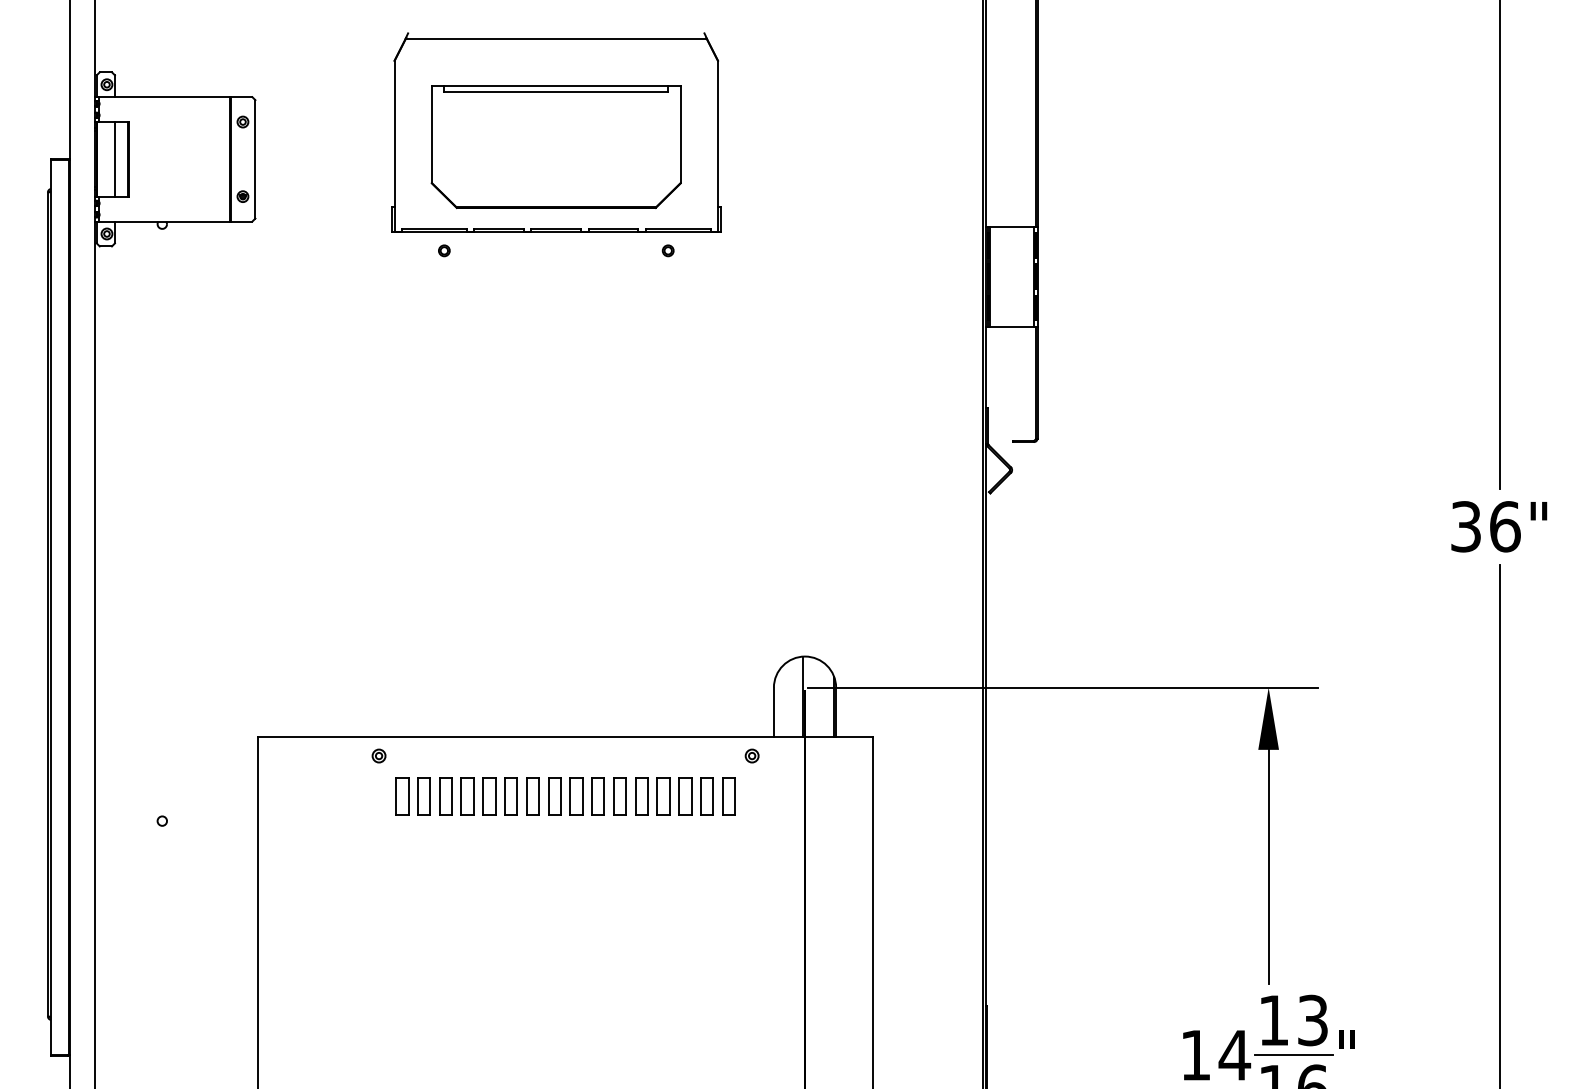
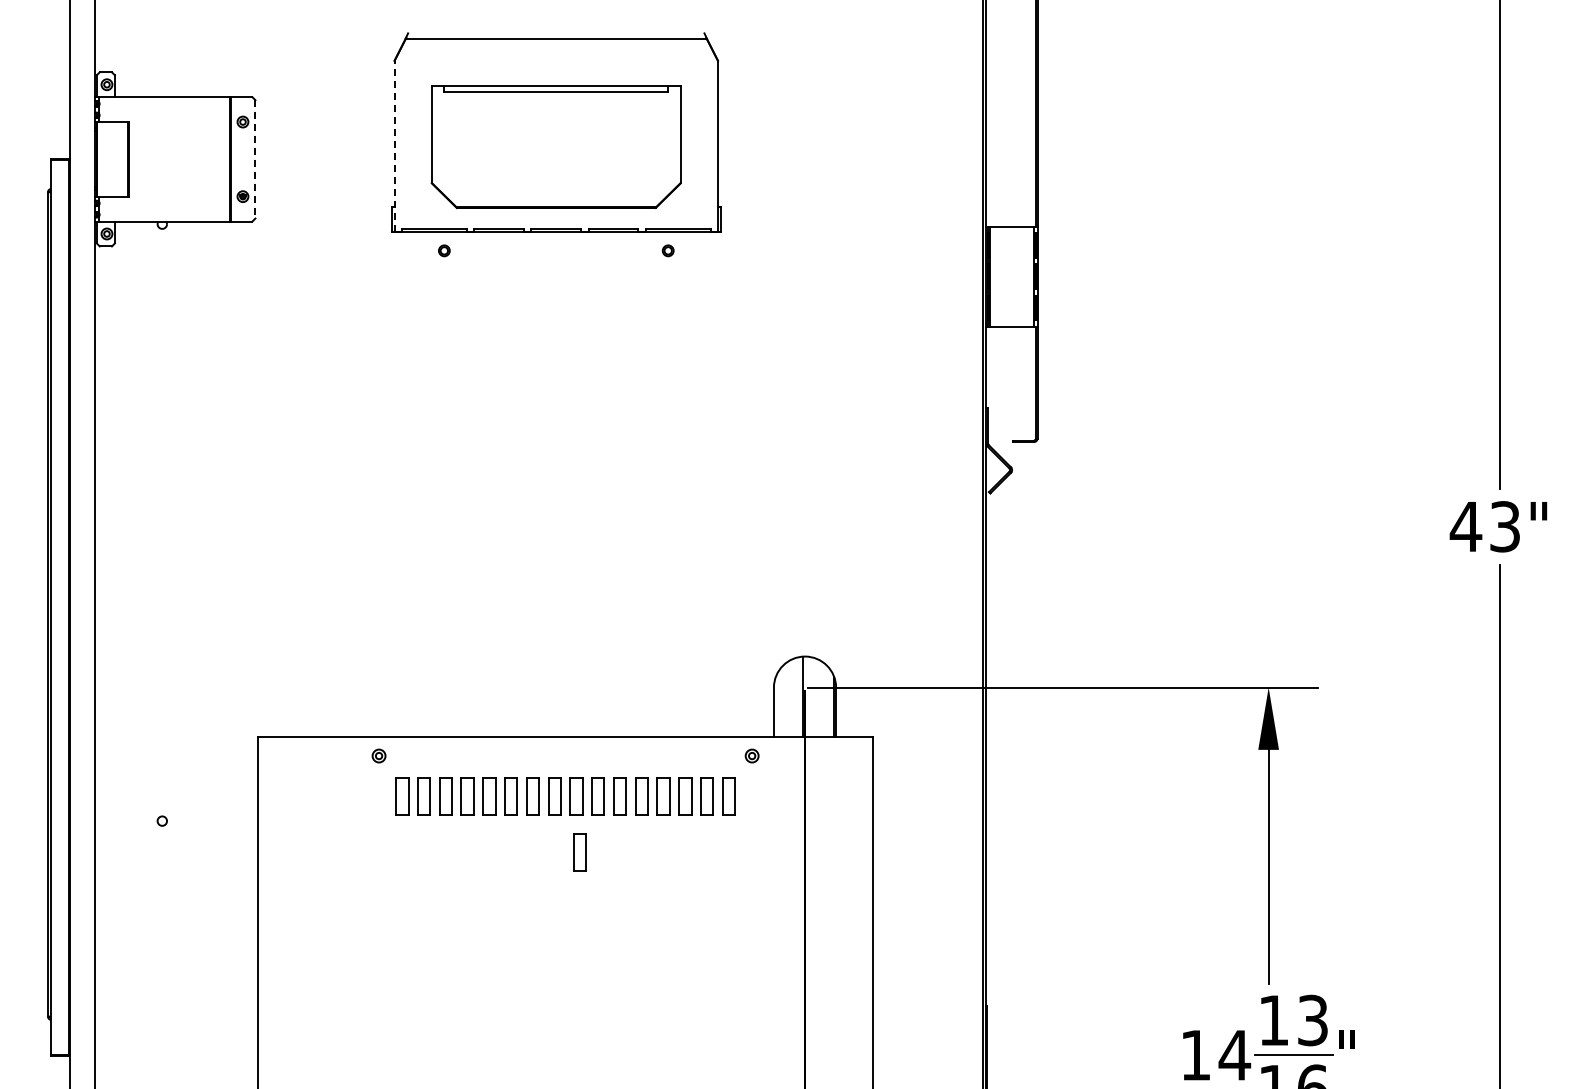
line at (394, 146): solid -> dashed
line at (114, 159): present -> none
line at (255, 159): solid -> dashed
text at (1484, 526): 36" -> 43"
part at (579, 852): none -> present
